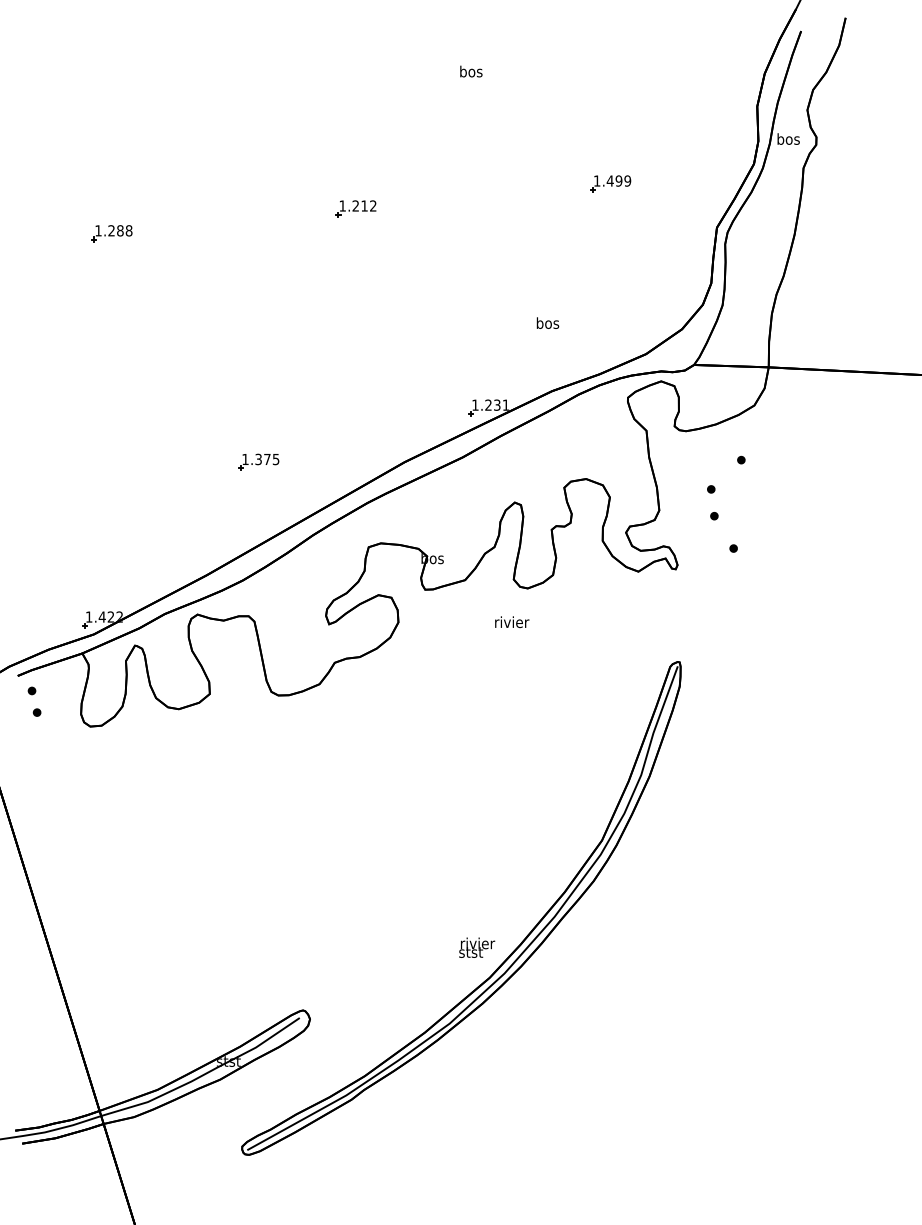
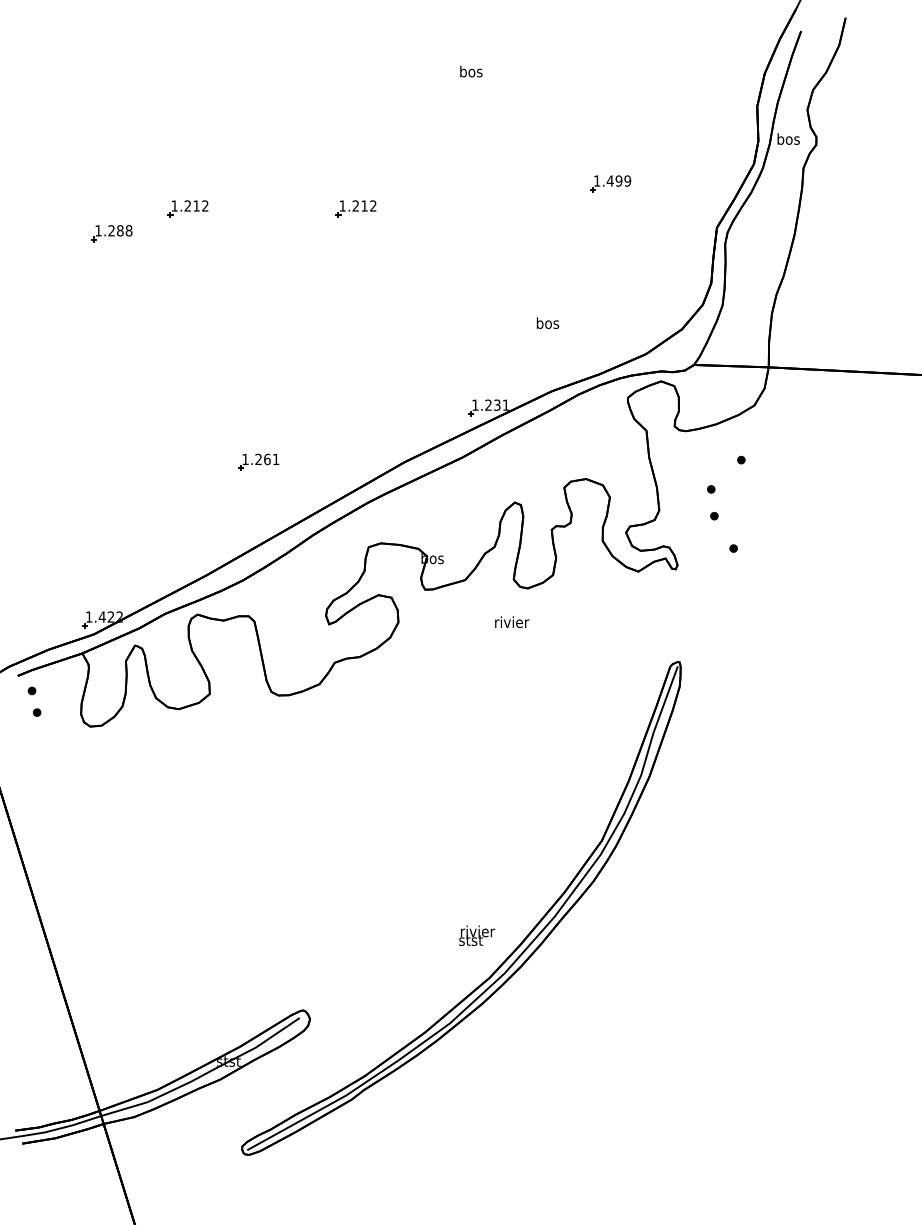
part at (187, 208): none -> present
text at (267, 459): 1.375 -> 1.261
text at (477, 947) position: (477, 947) -> (477, 935)
